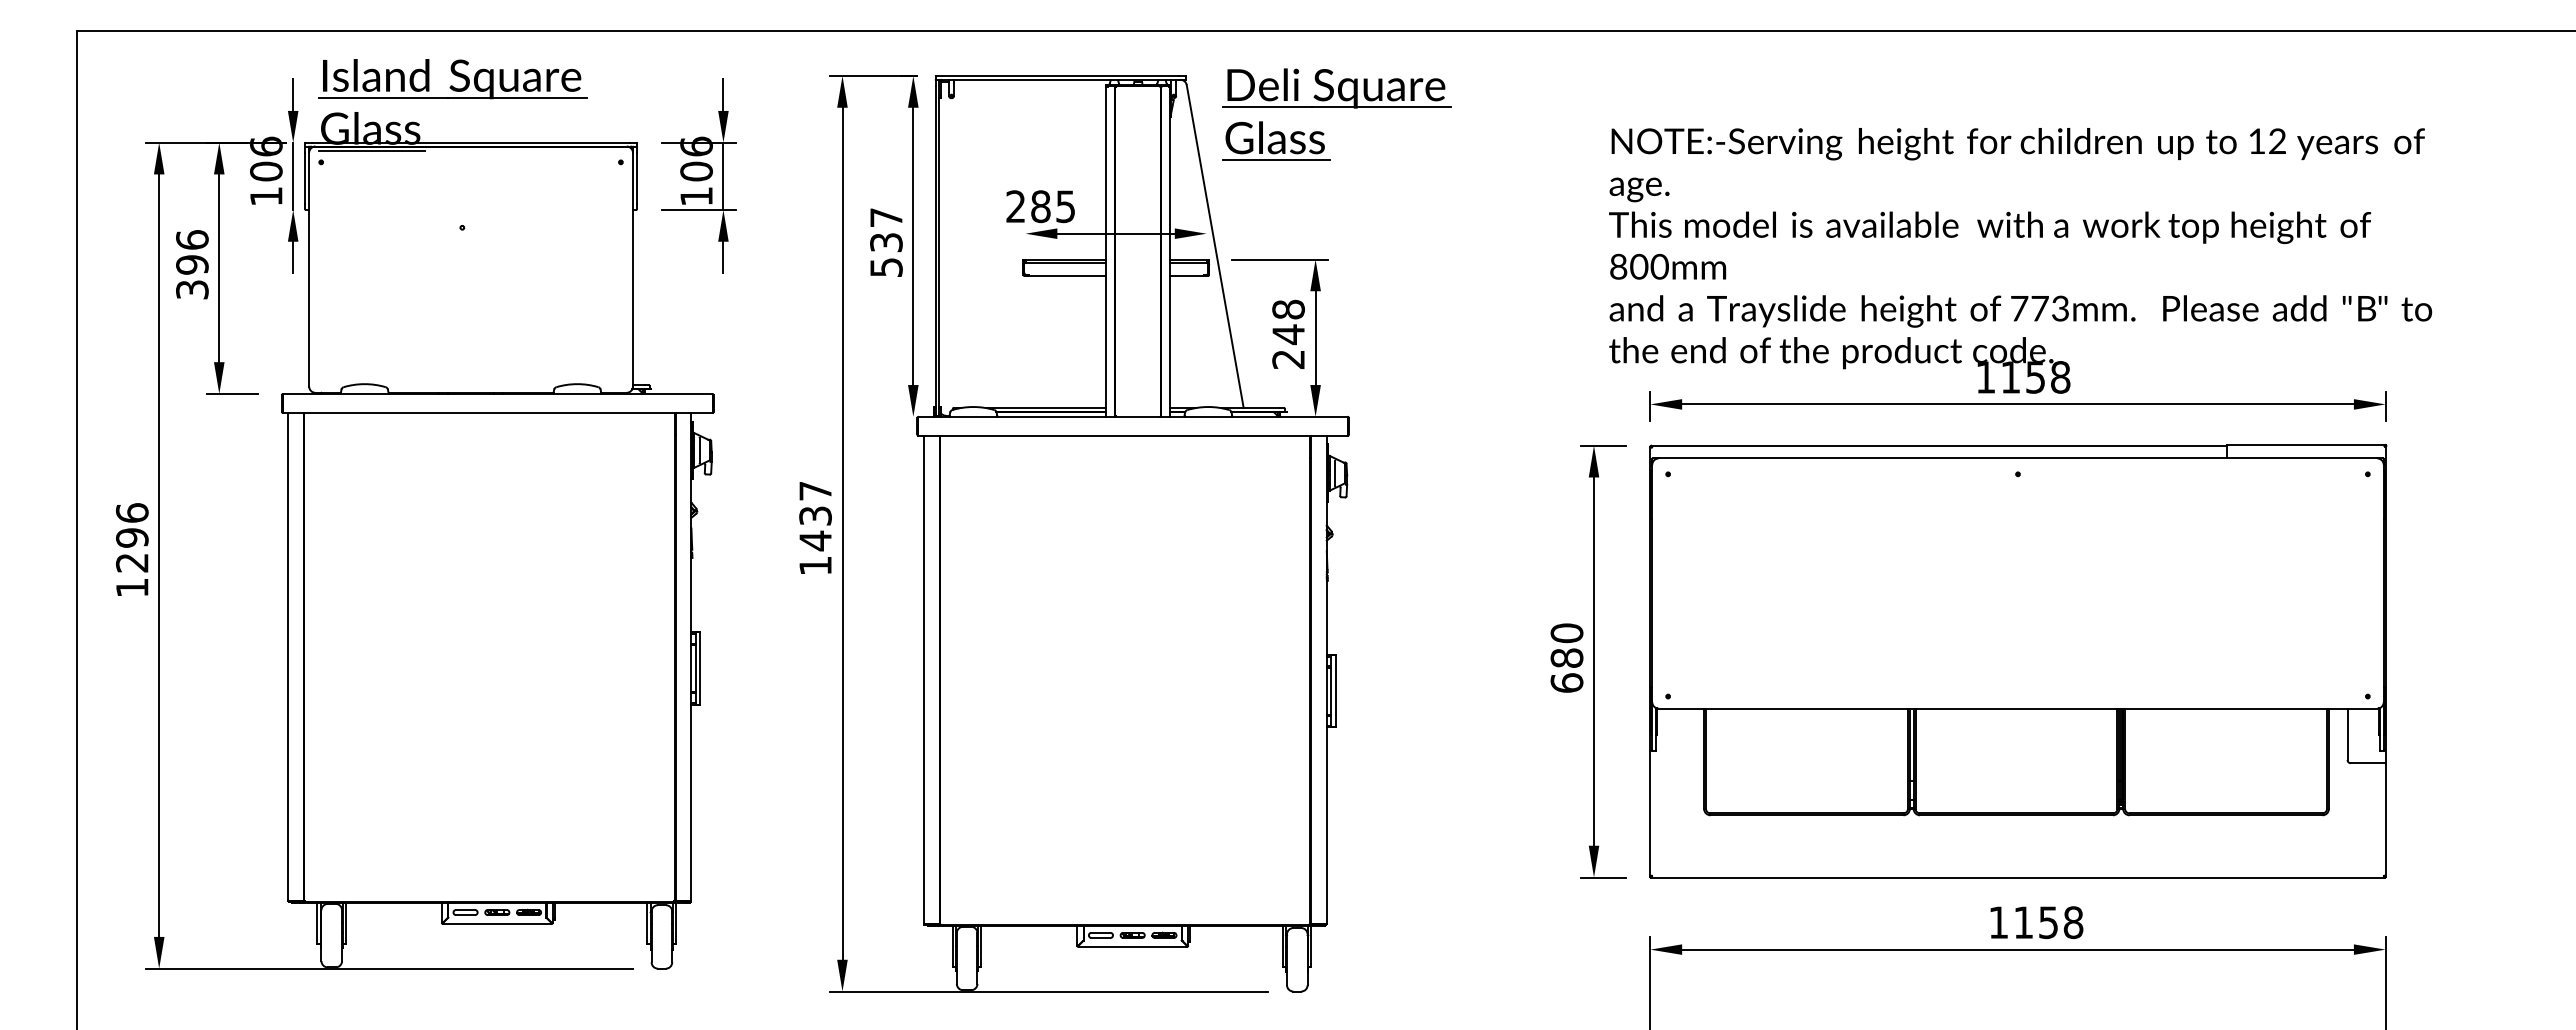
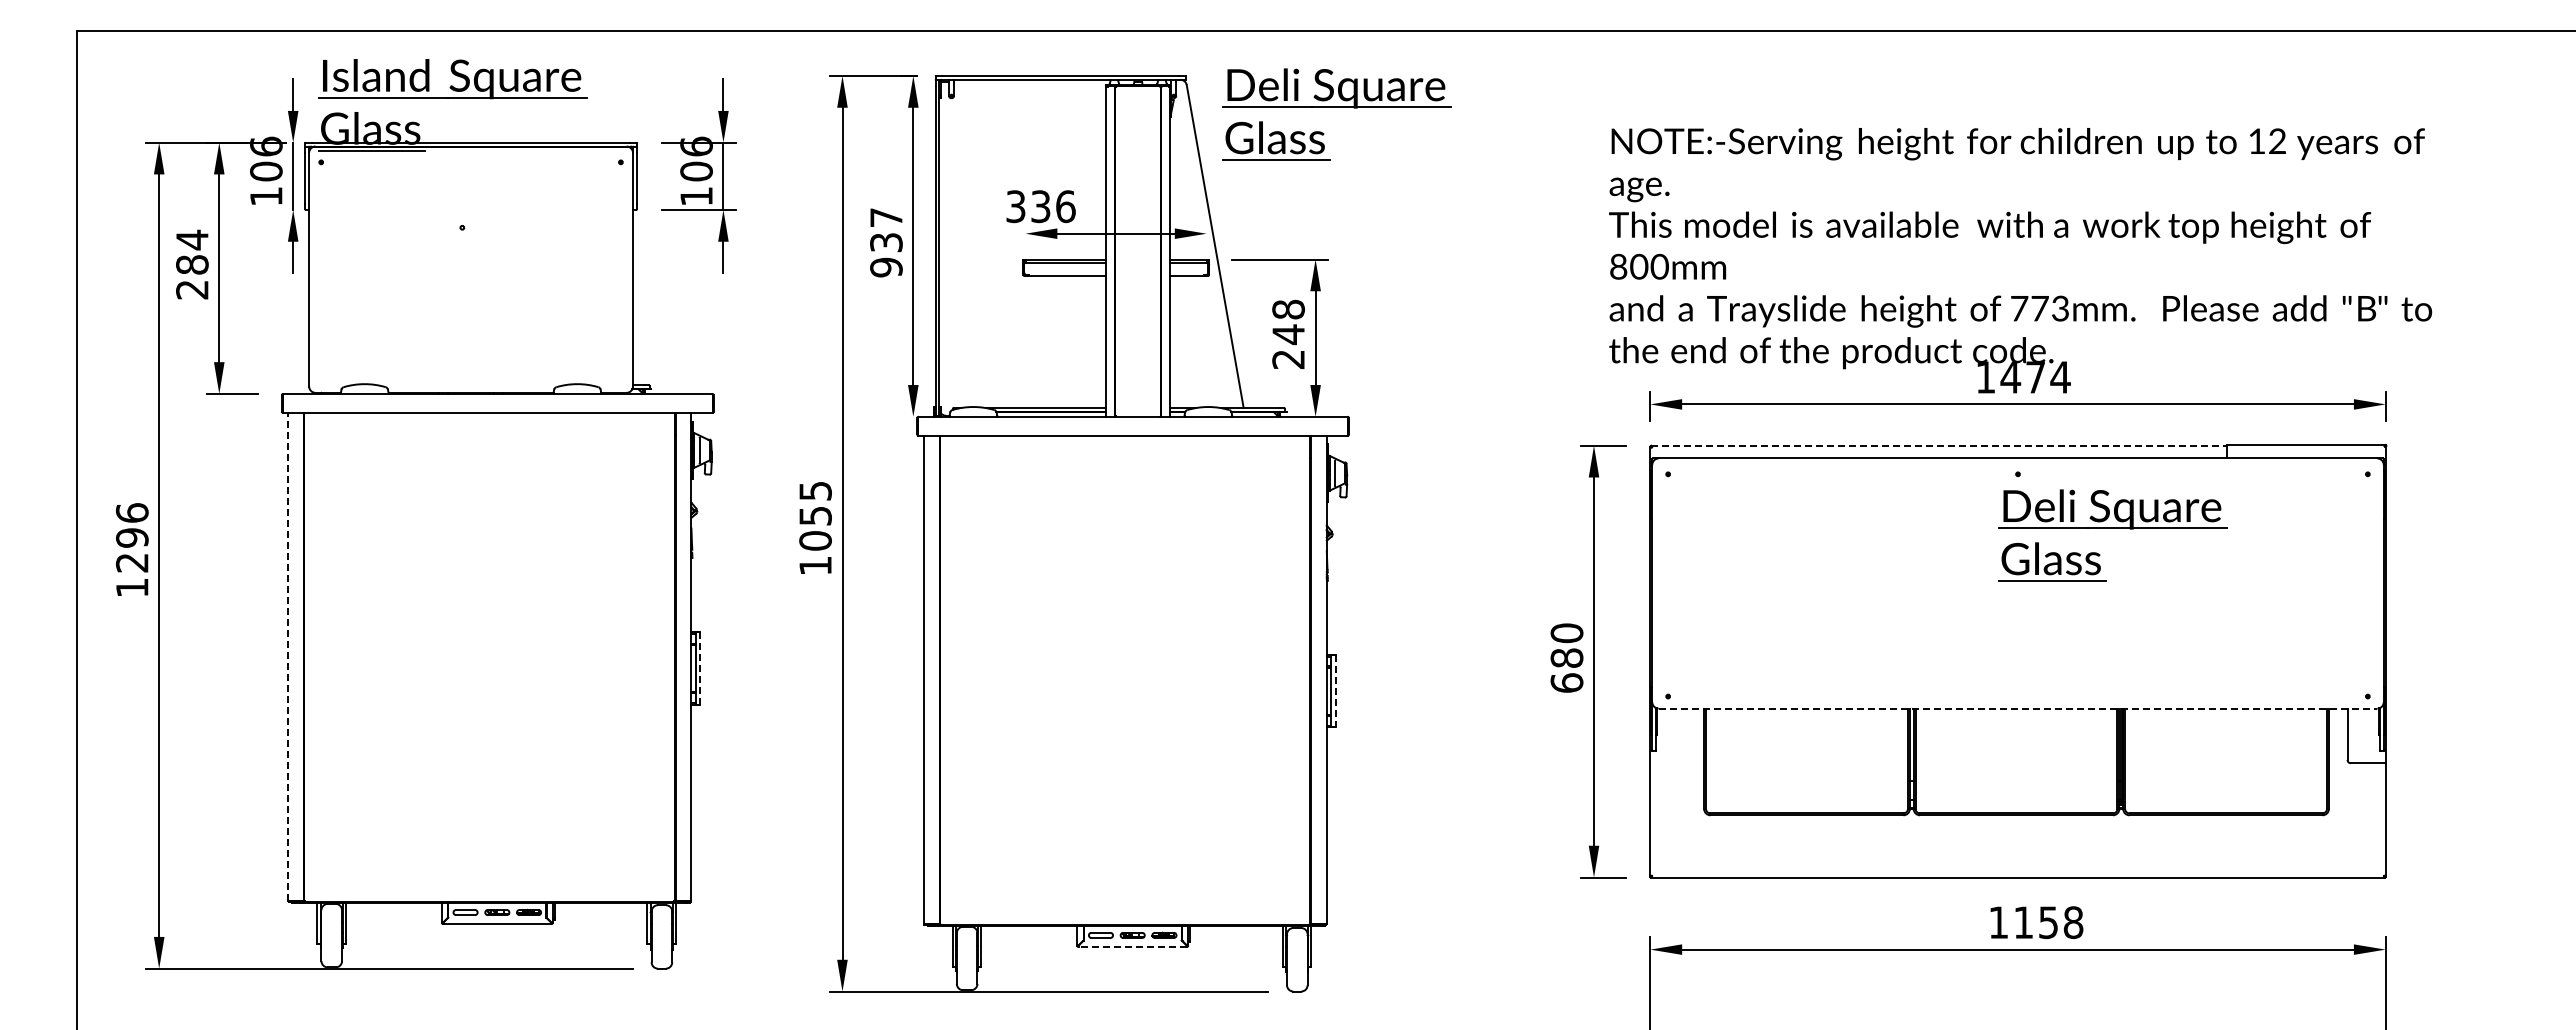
text at (1040, 206): 285 -> 336
text at (192, 264): 396 -> 284
text at (886, 267): 537 -> 937
text at (2035, 377): 1158 -> 1474
line at (1939, 445): solid -> dashed
text at (815, 516): 1437 -> 1055
part at (2112, 528): none -> present
line at (288, 656): solid -> dashed
line at (700, 668): solid -> dashed
line at (1335, 691): solid -> dashed
line at (2018, 708): solid -> dashed
line at (1132, 946): solid -> dashed
